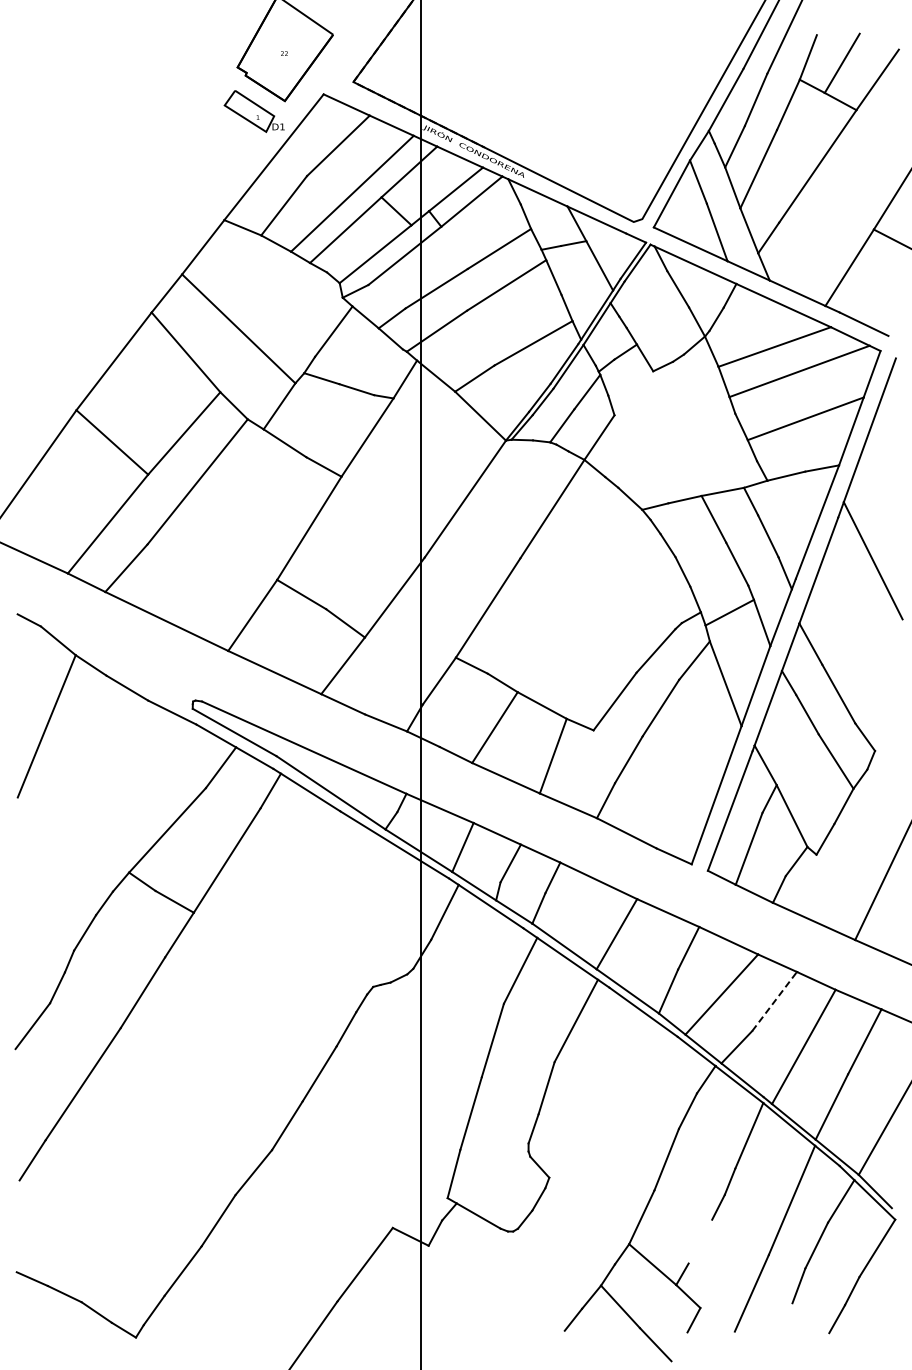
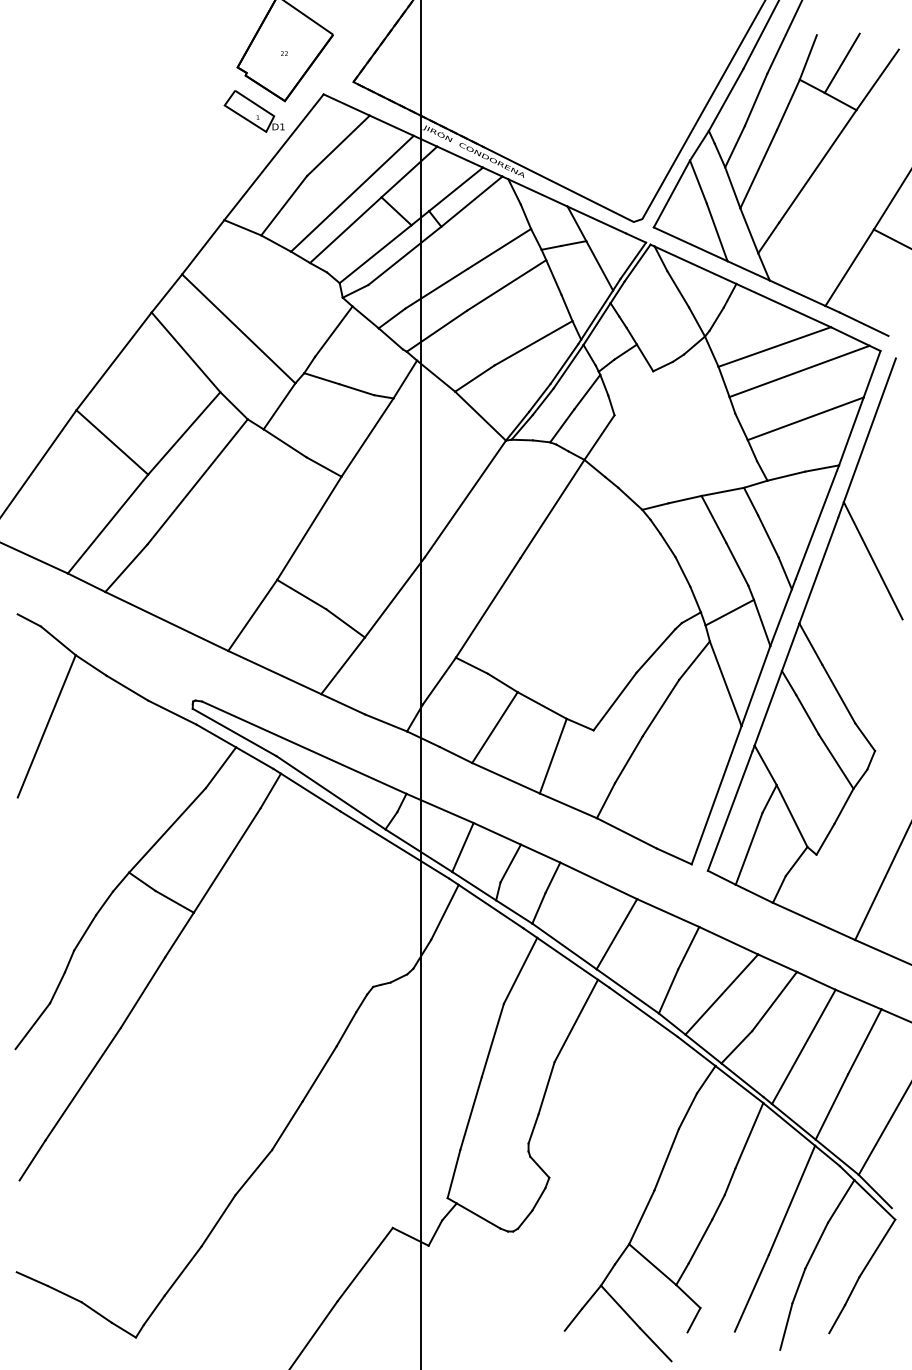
line at (774, 1001): dashed -> solid
line at (700, 1241): none -> present
line at (786, 1326): none -> present
